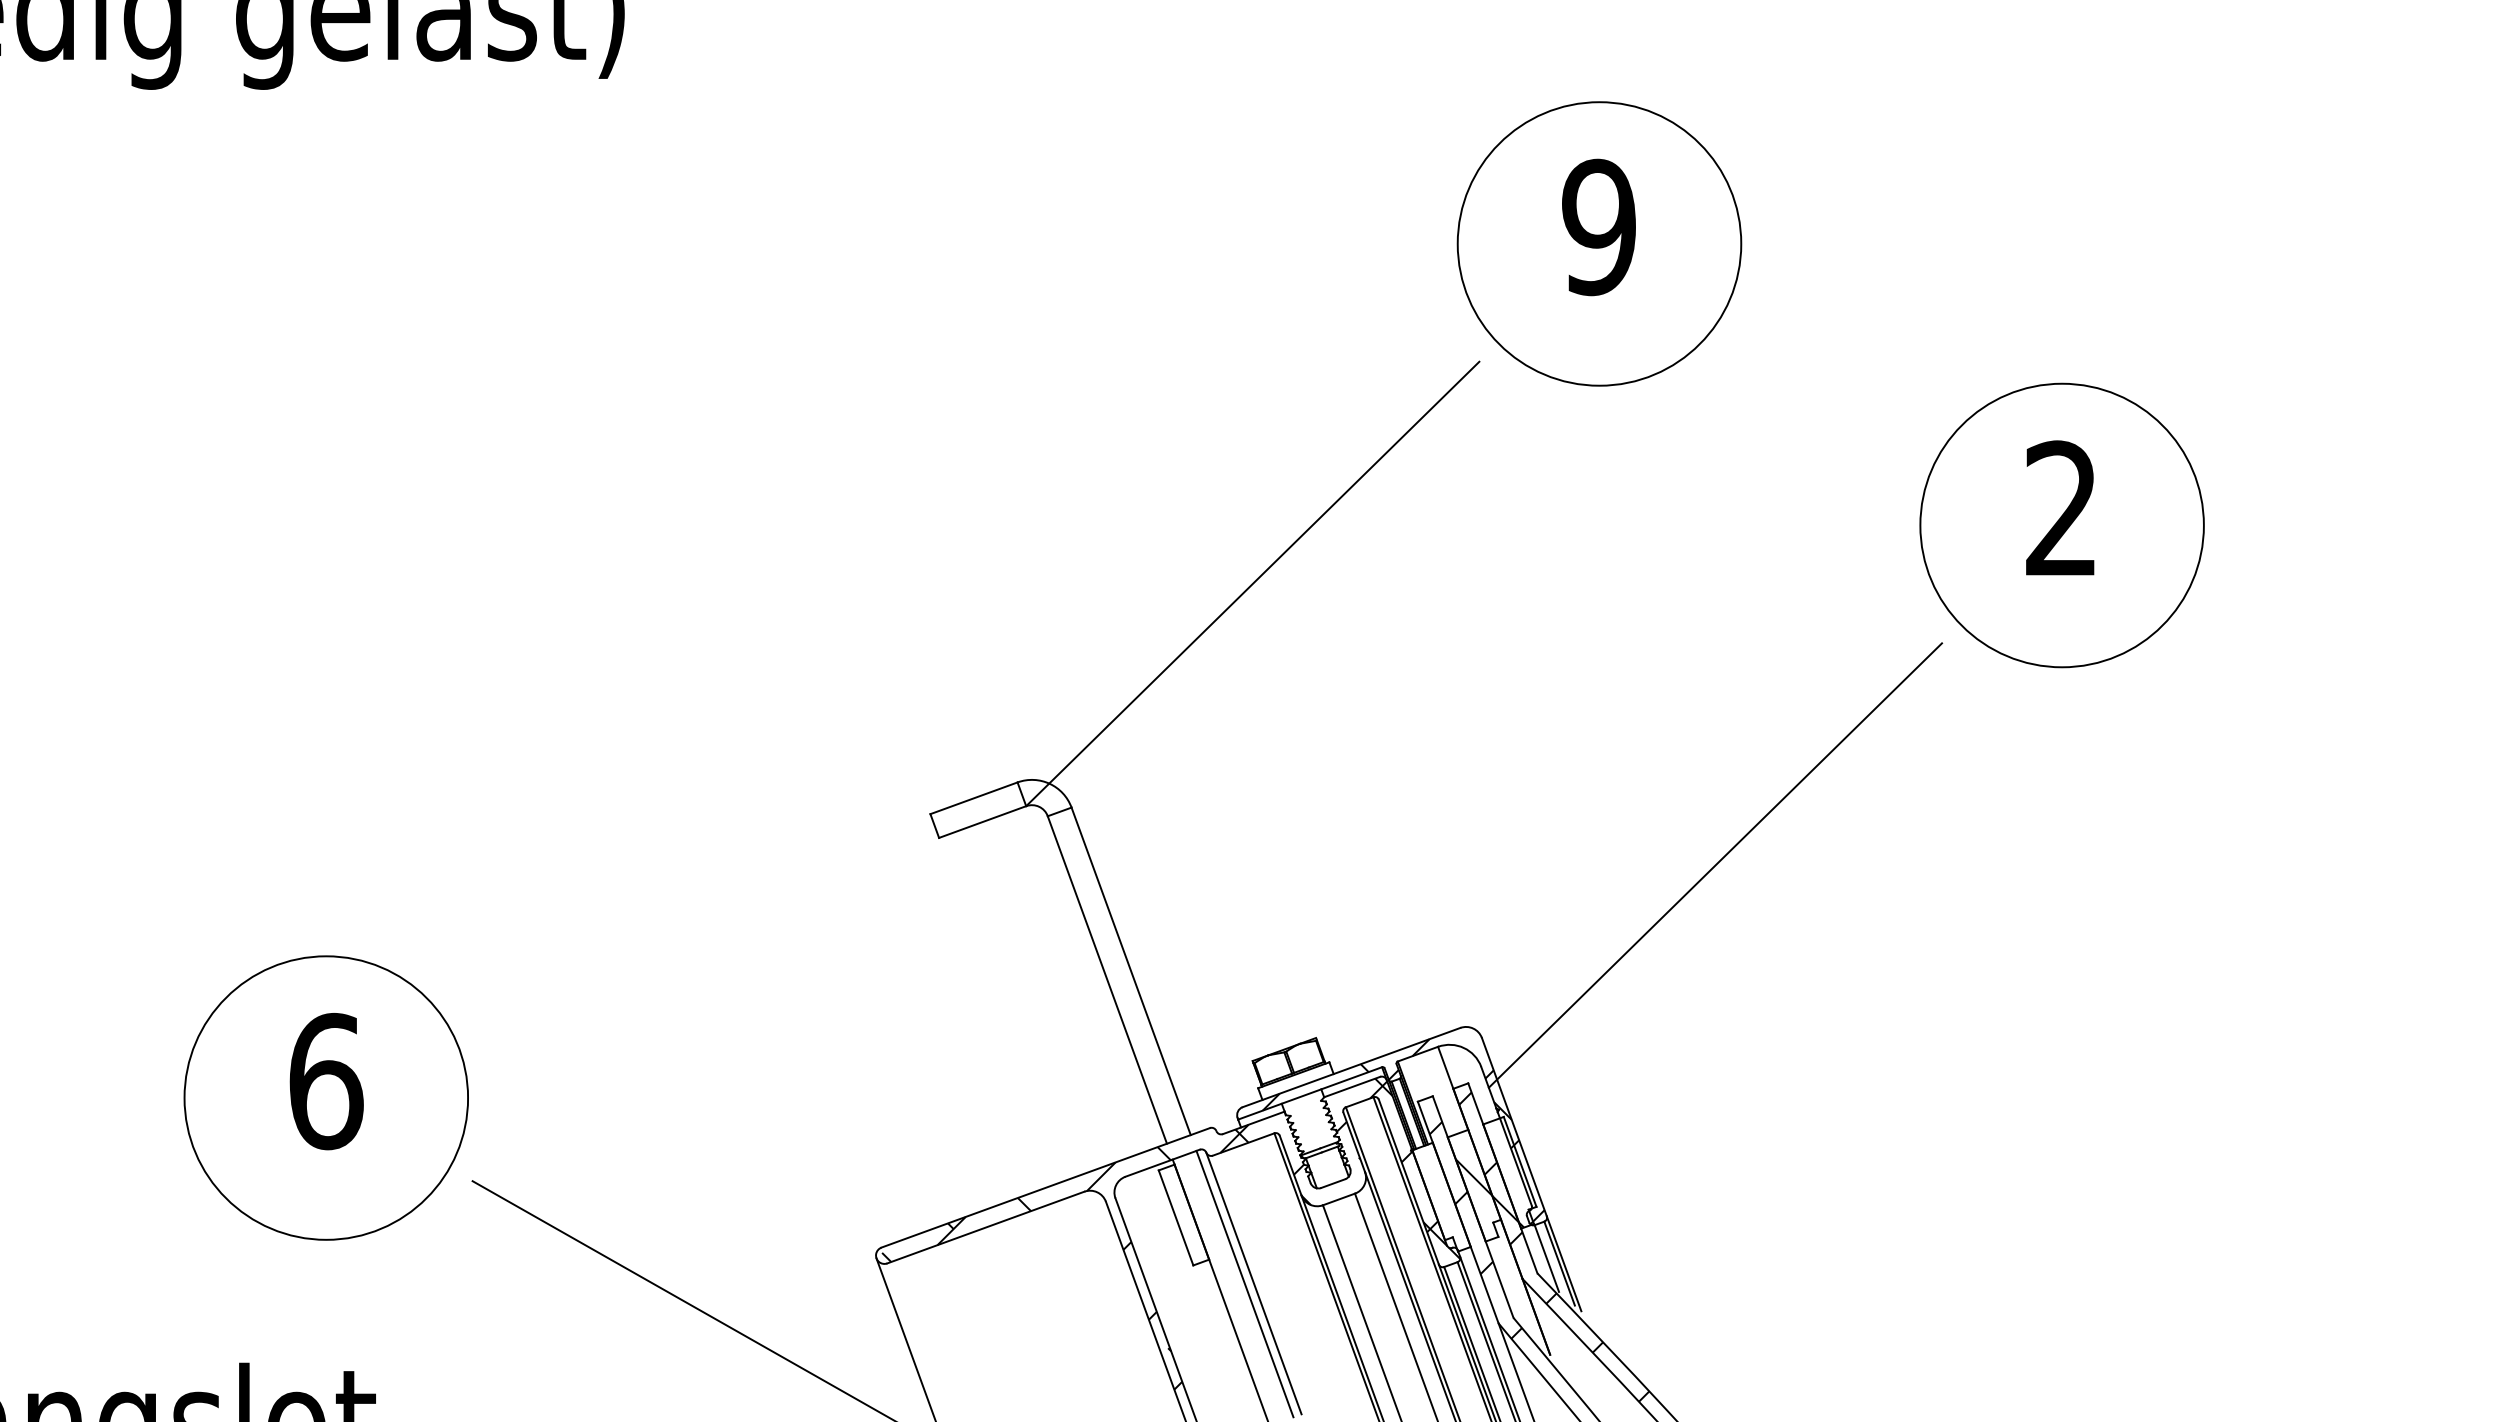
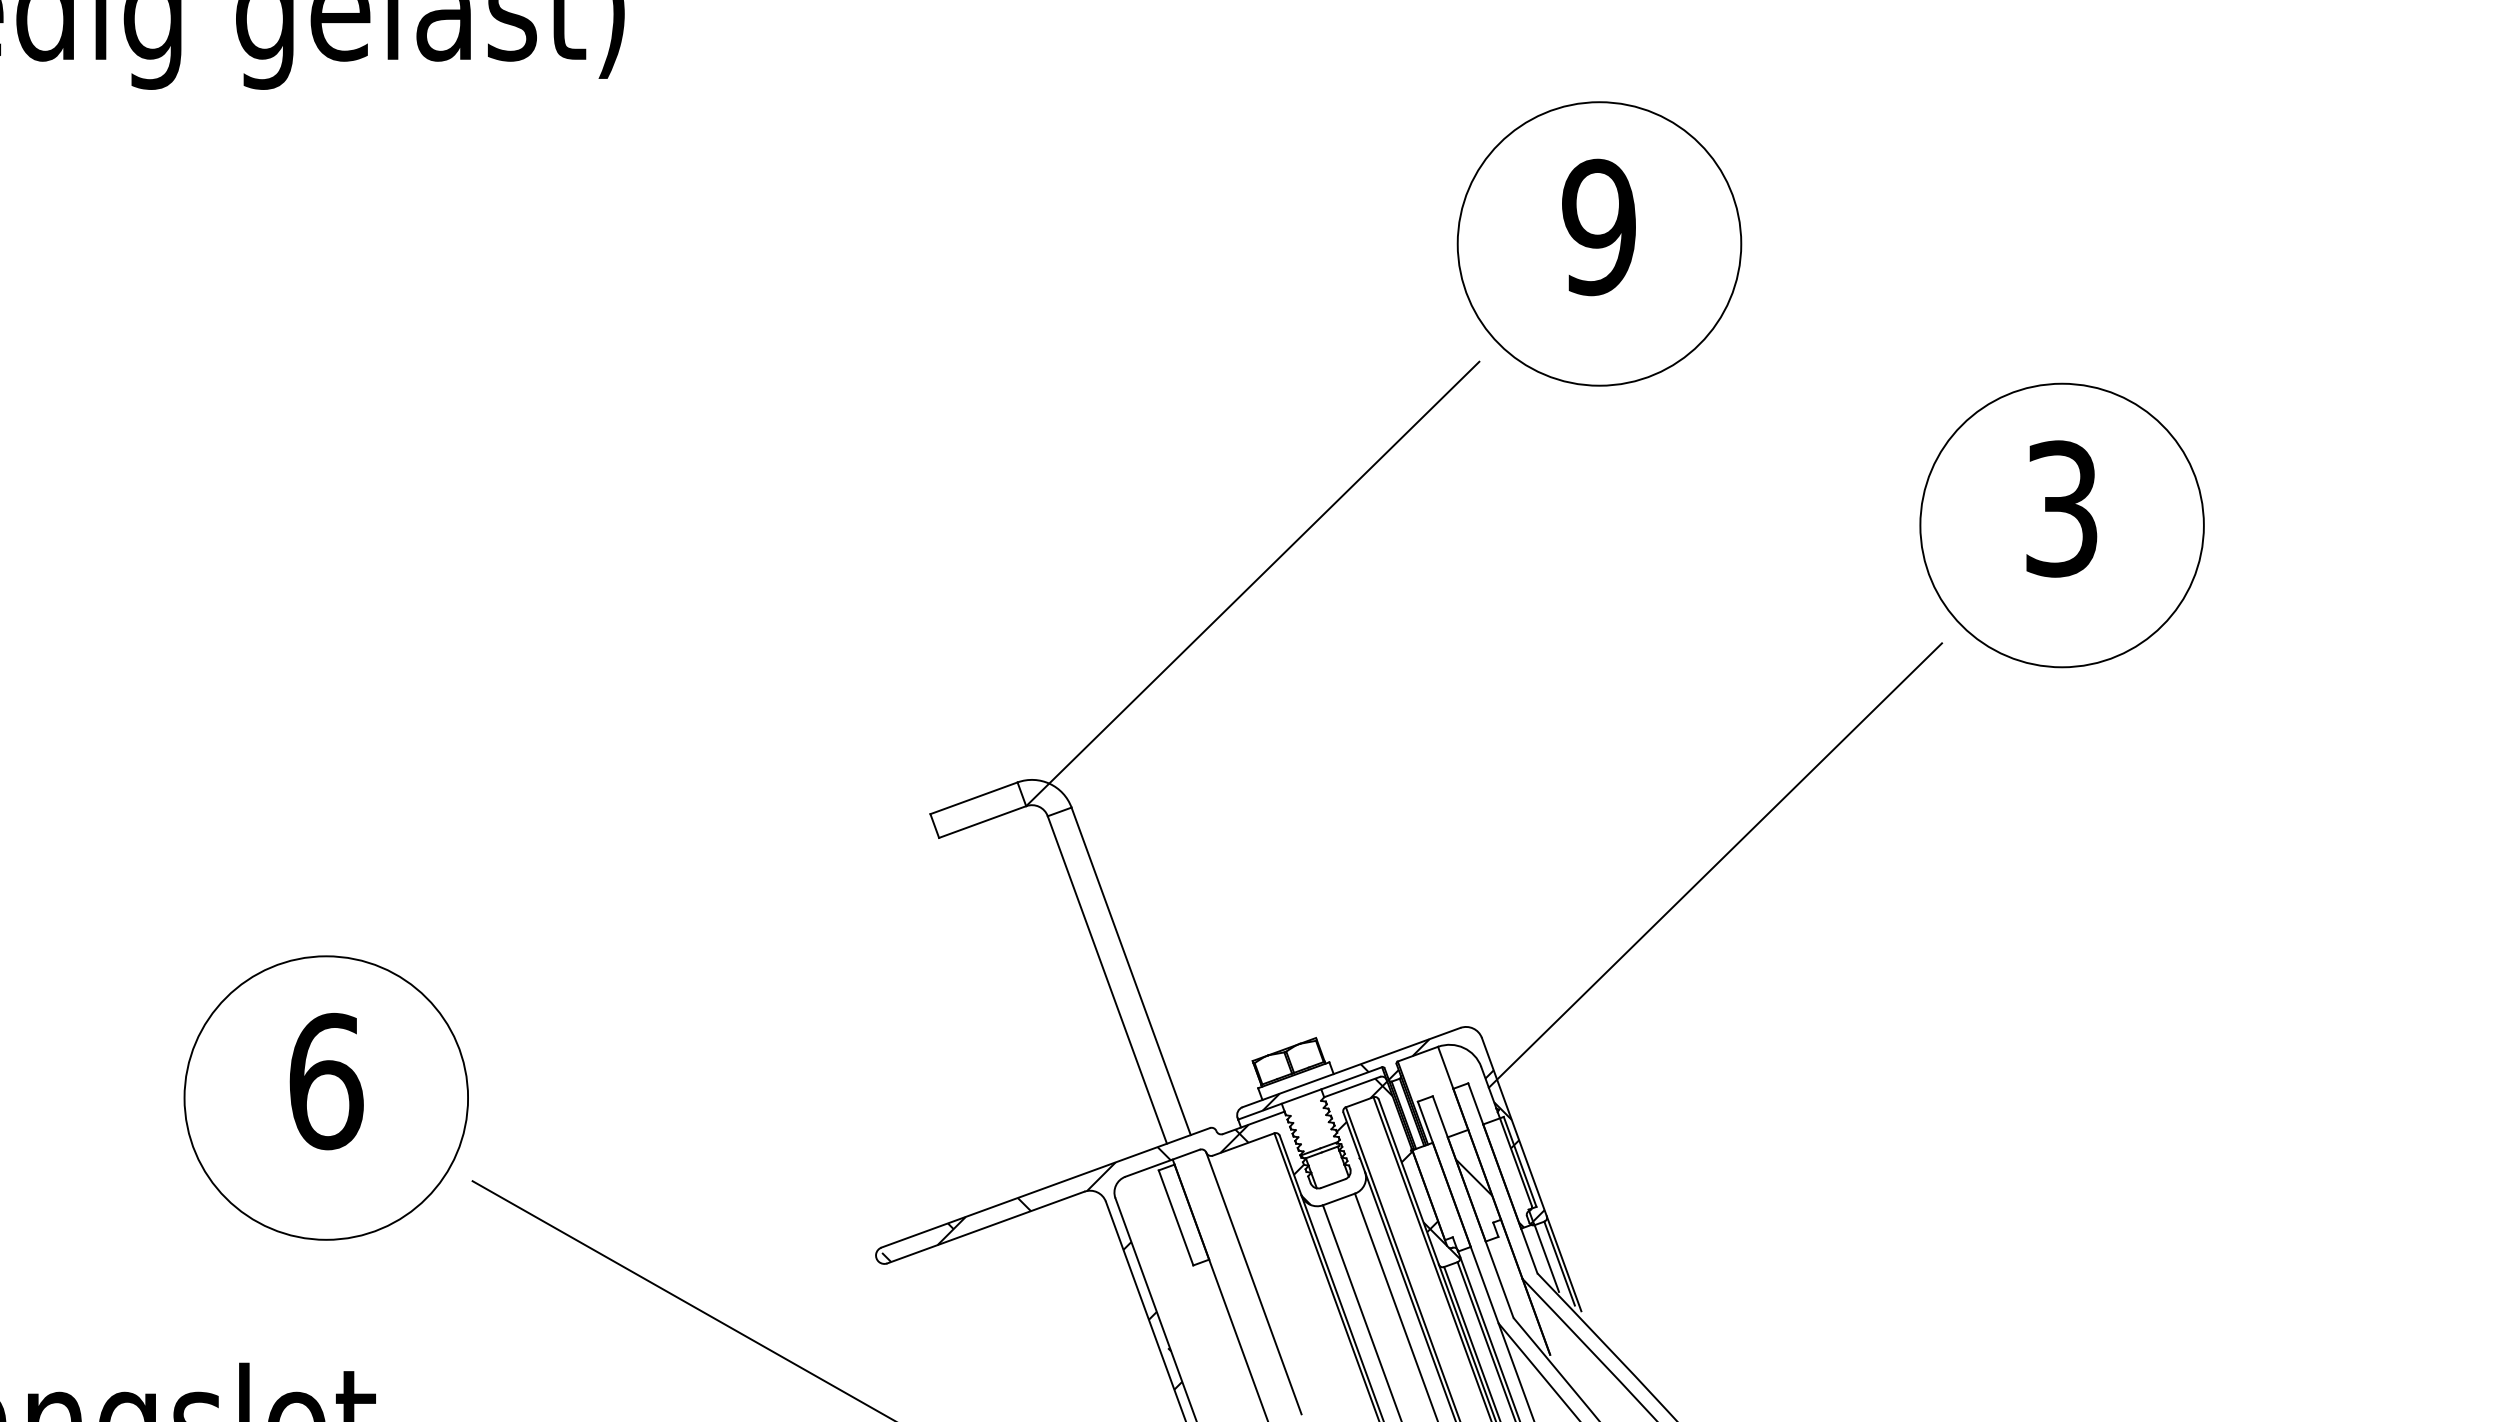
text at (2061, 508): 2 -> 3
hatch at (1475, 1229): present -> none
hatch at (1554, 1246): present -> none
line at (1244, 1283): present -> none
line at (905, 1338): present -> none
